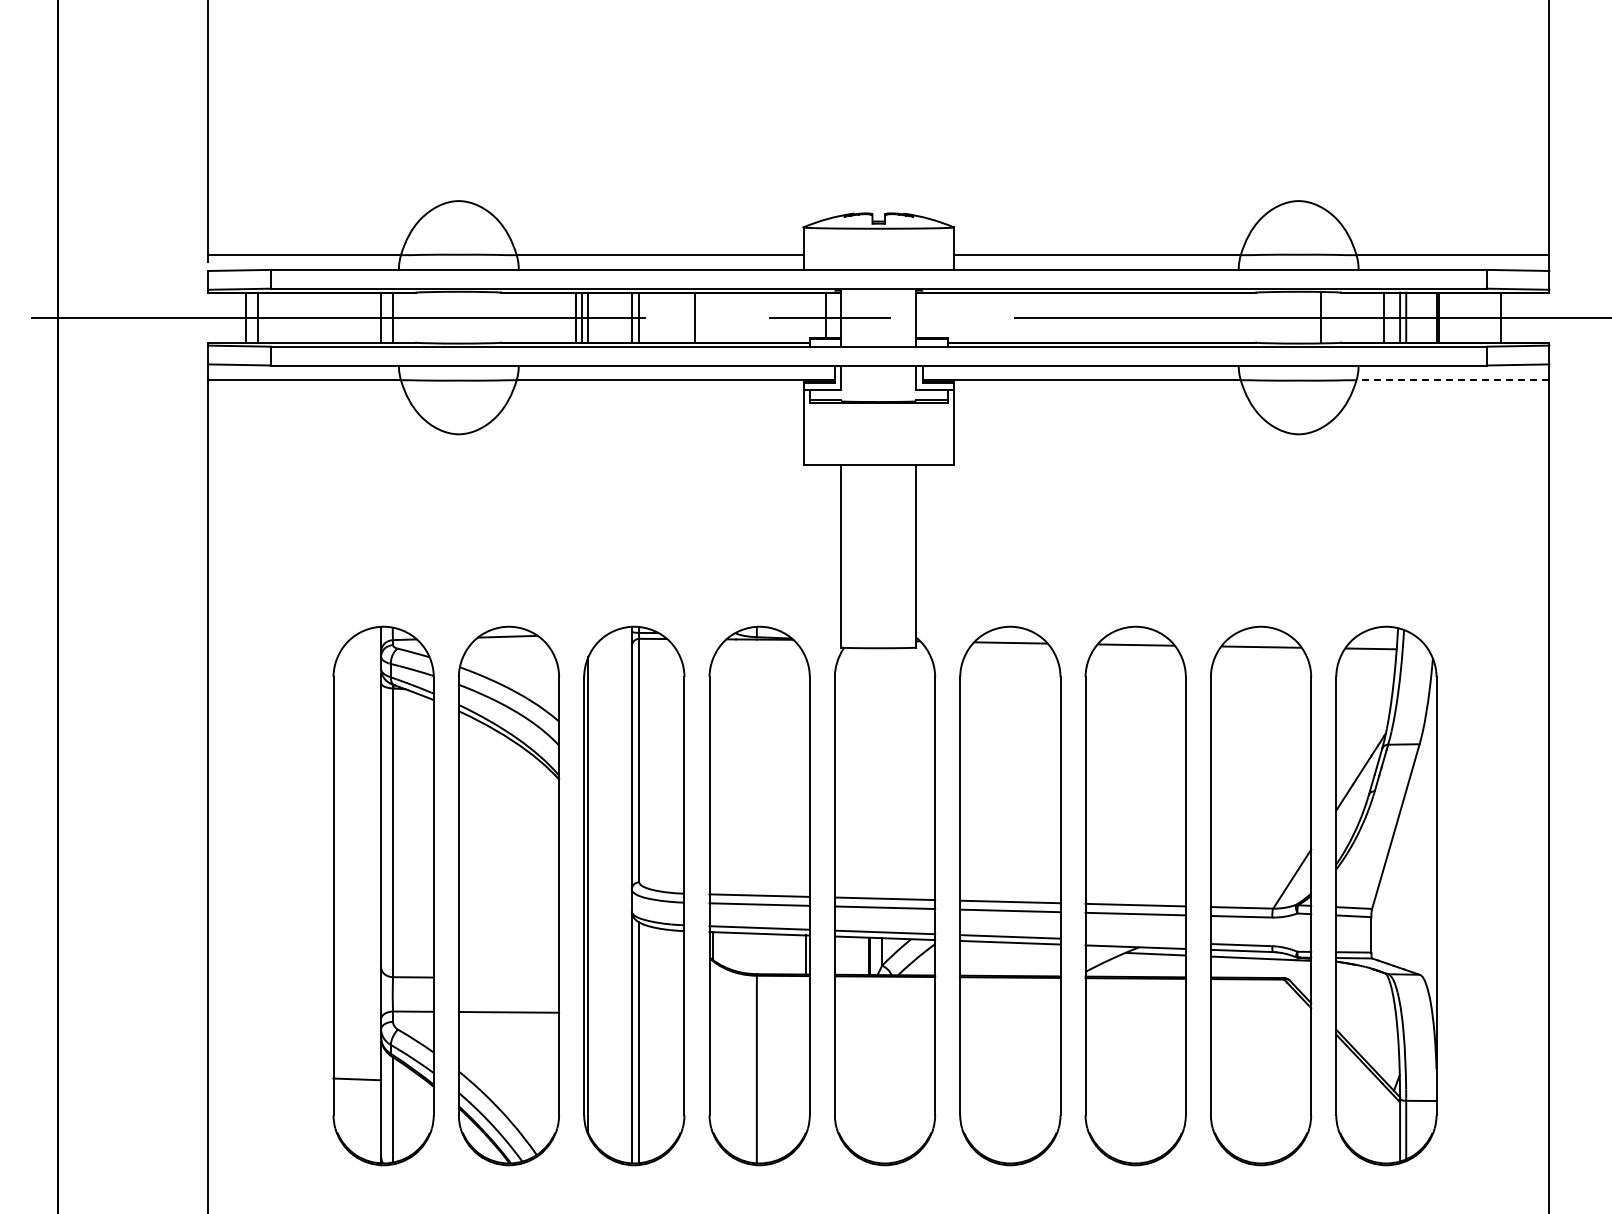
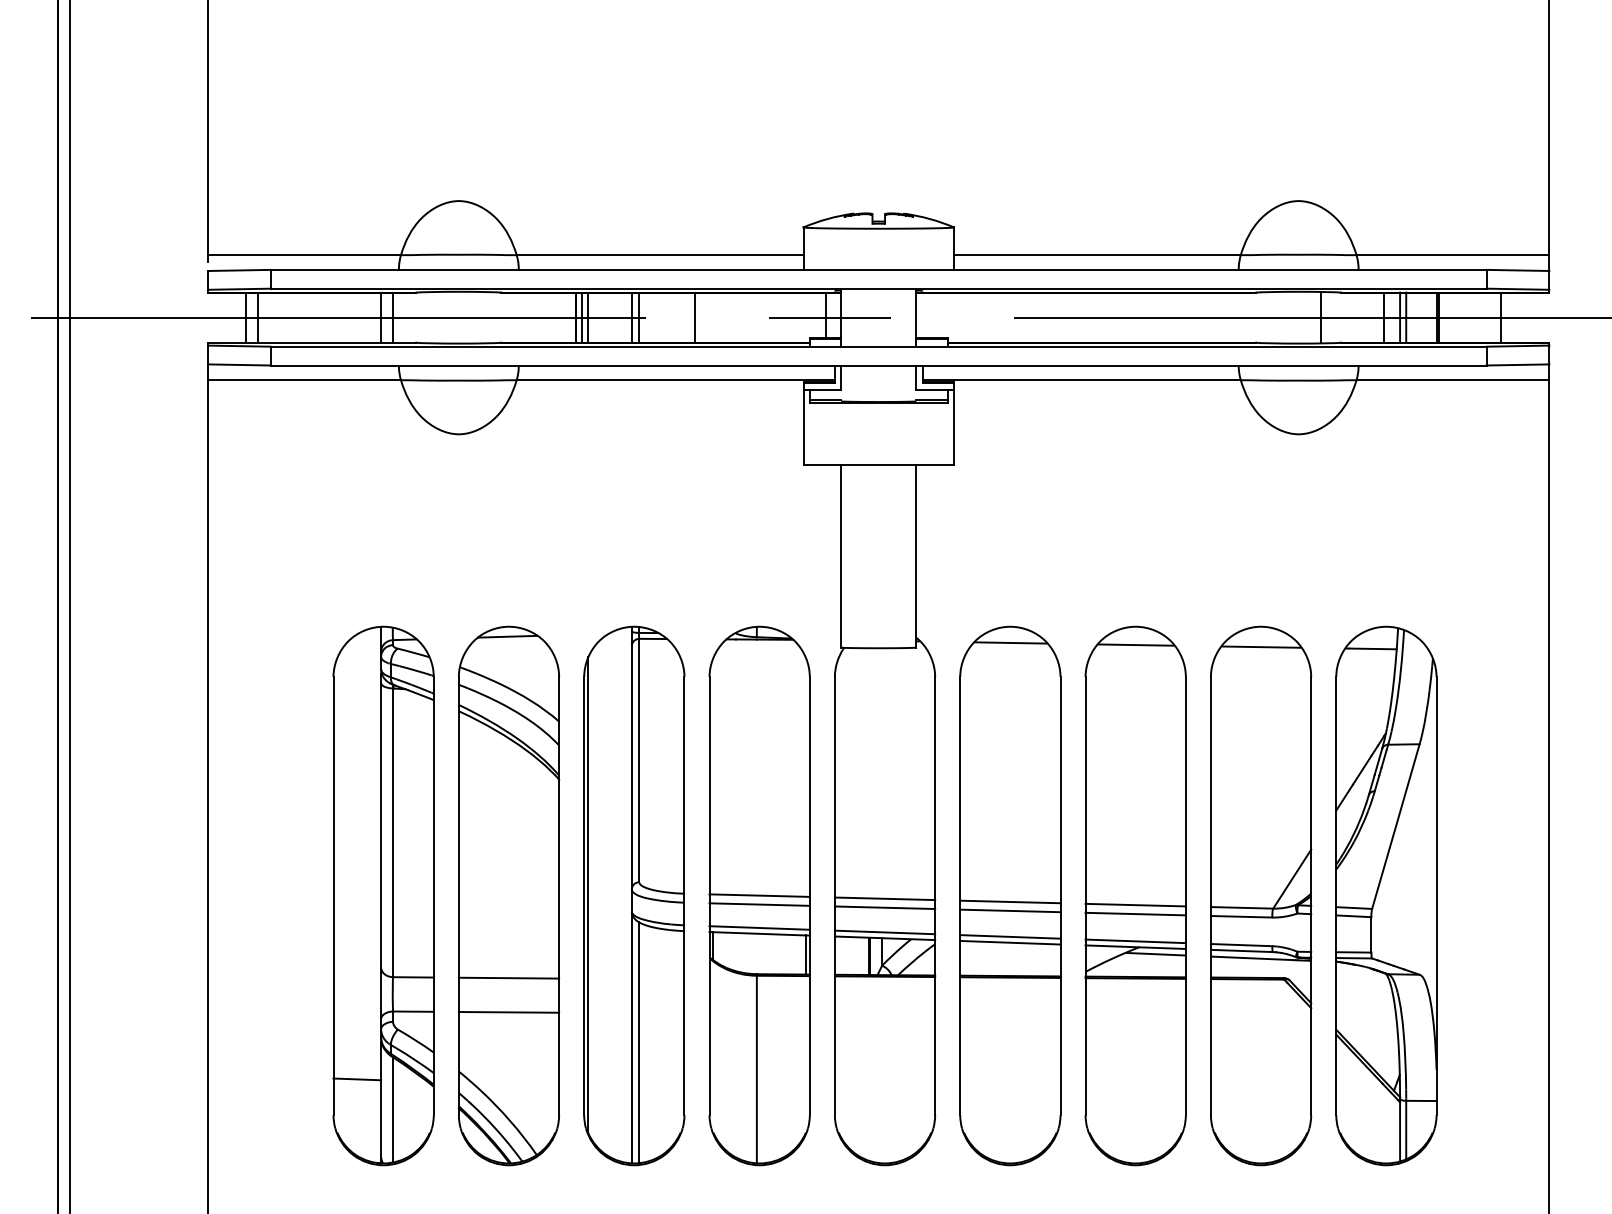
line at (1452, 380): dashed -> solid
line at (70, 606): none -> present
line at (1135, 941): none -> present
line at (508, 977): none -> present
